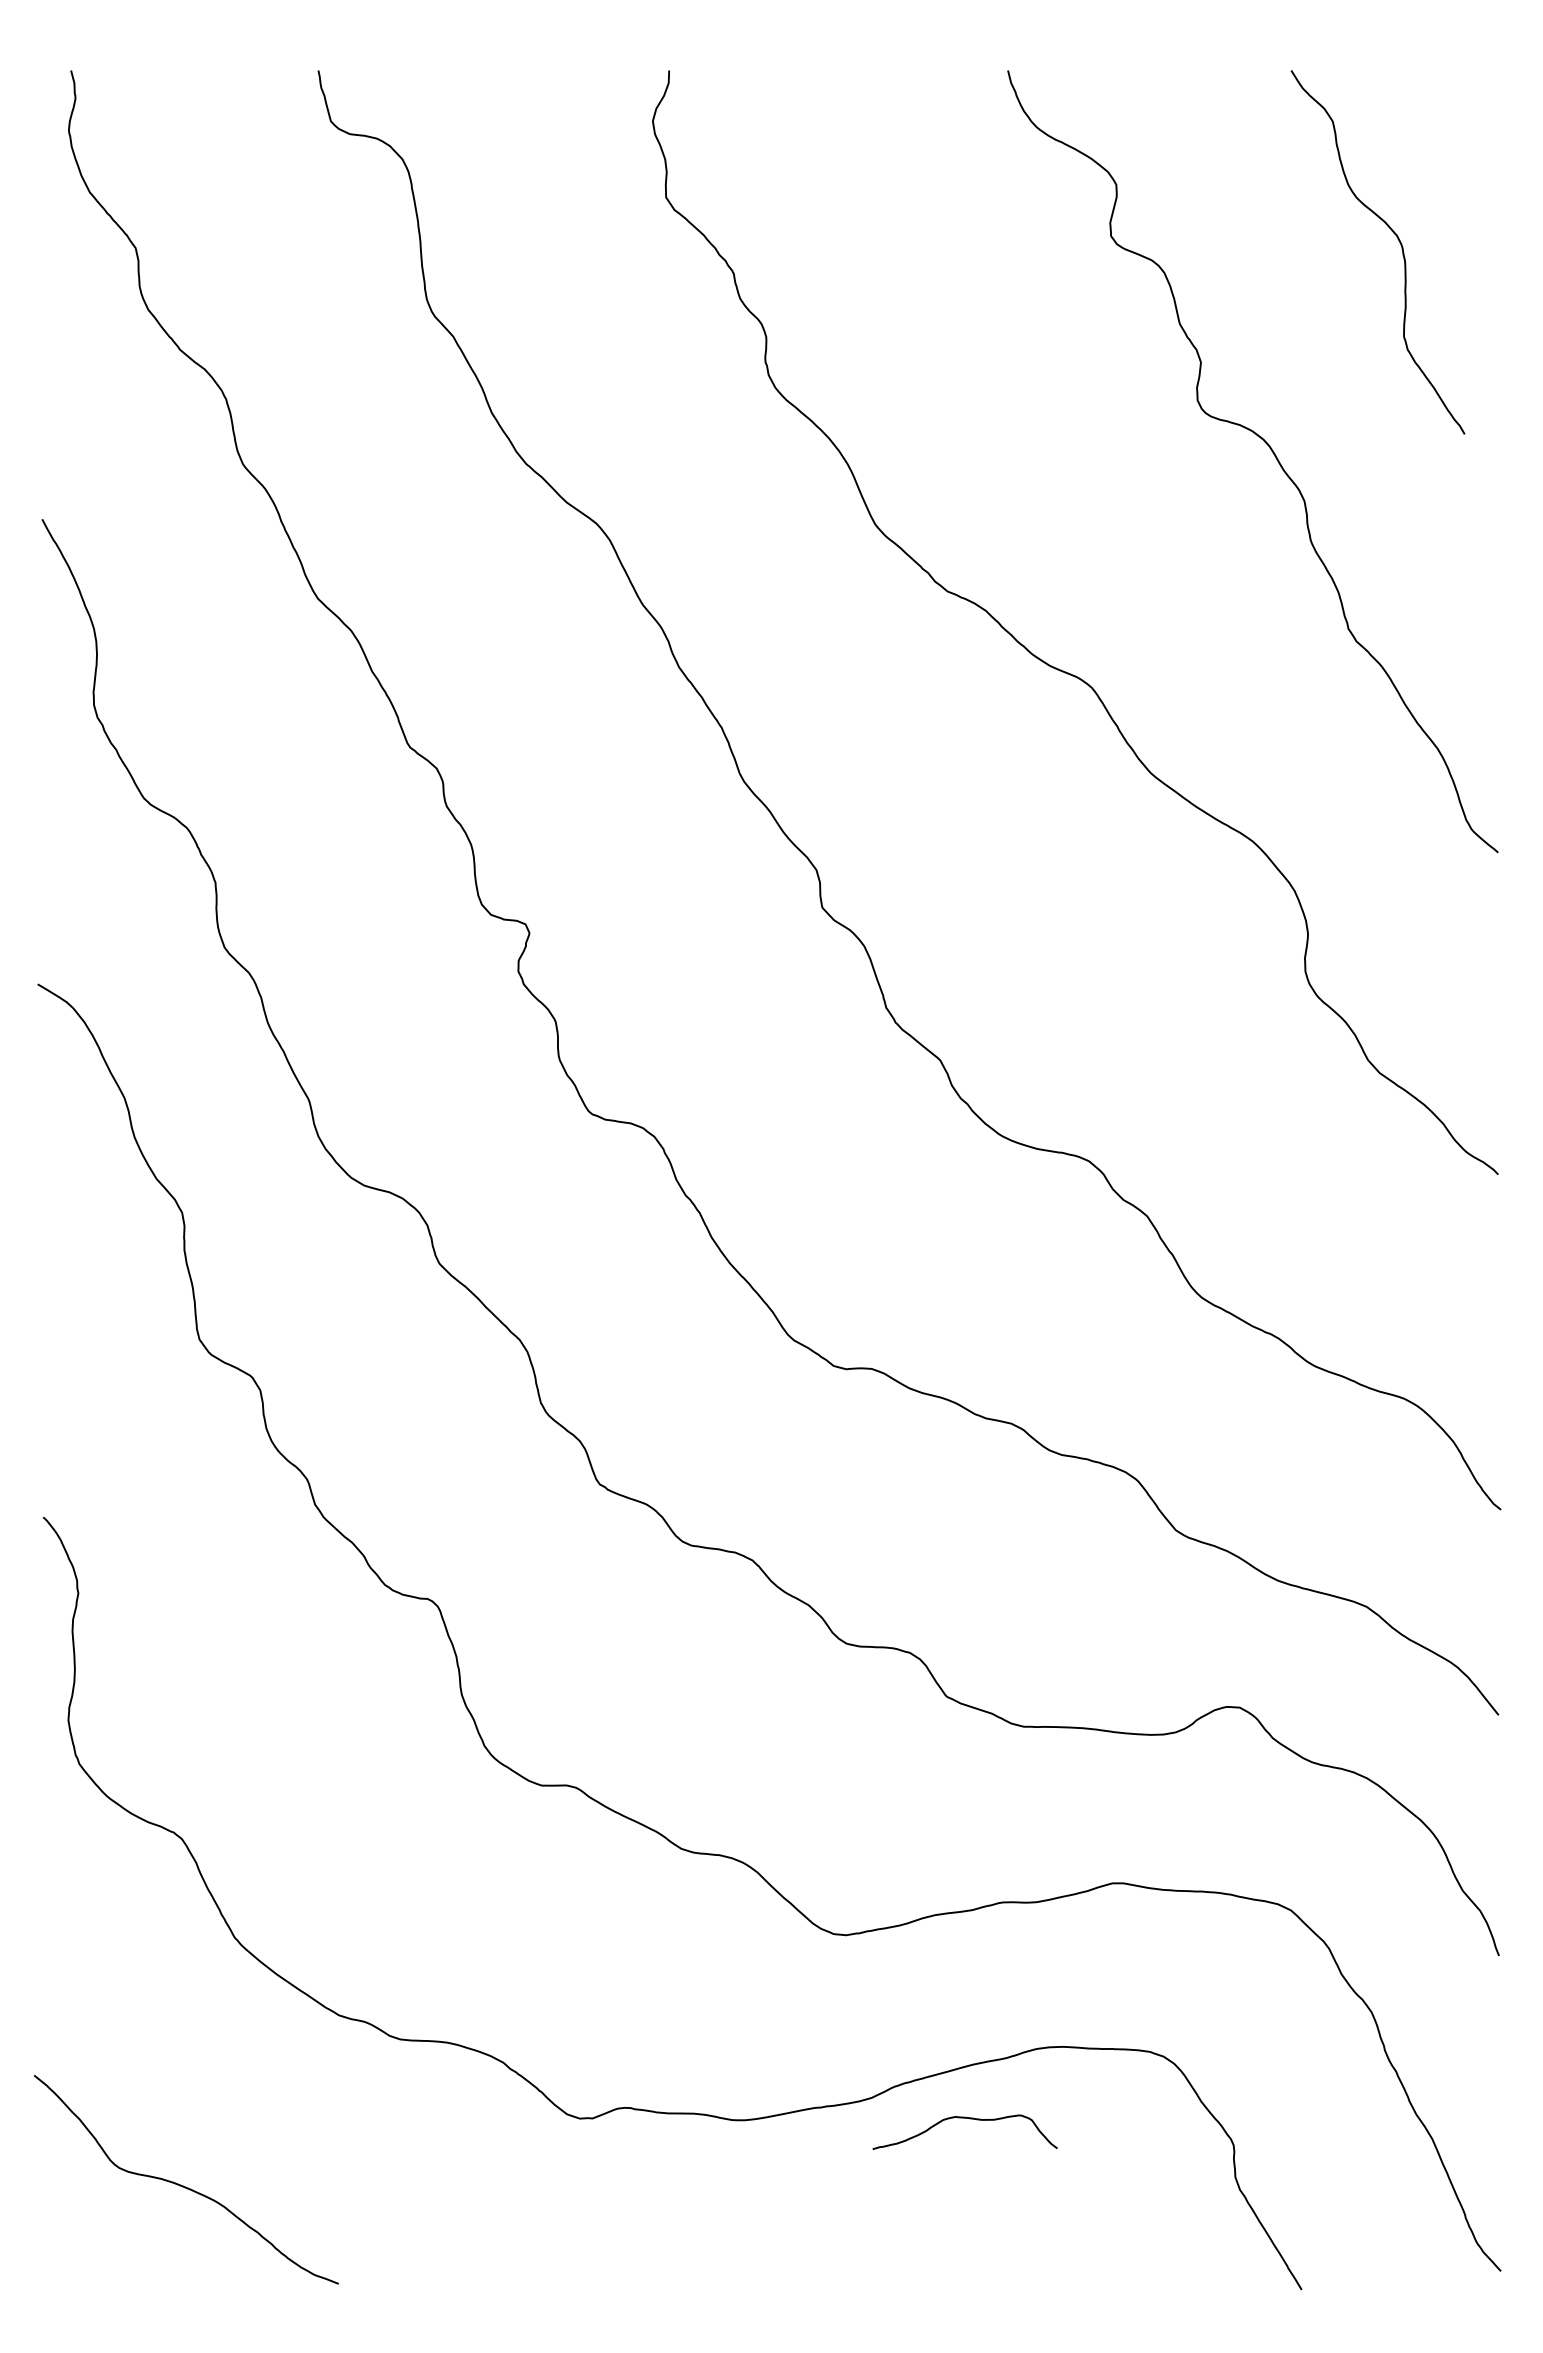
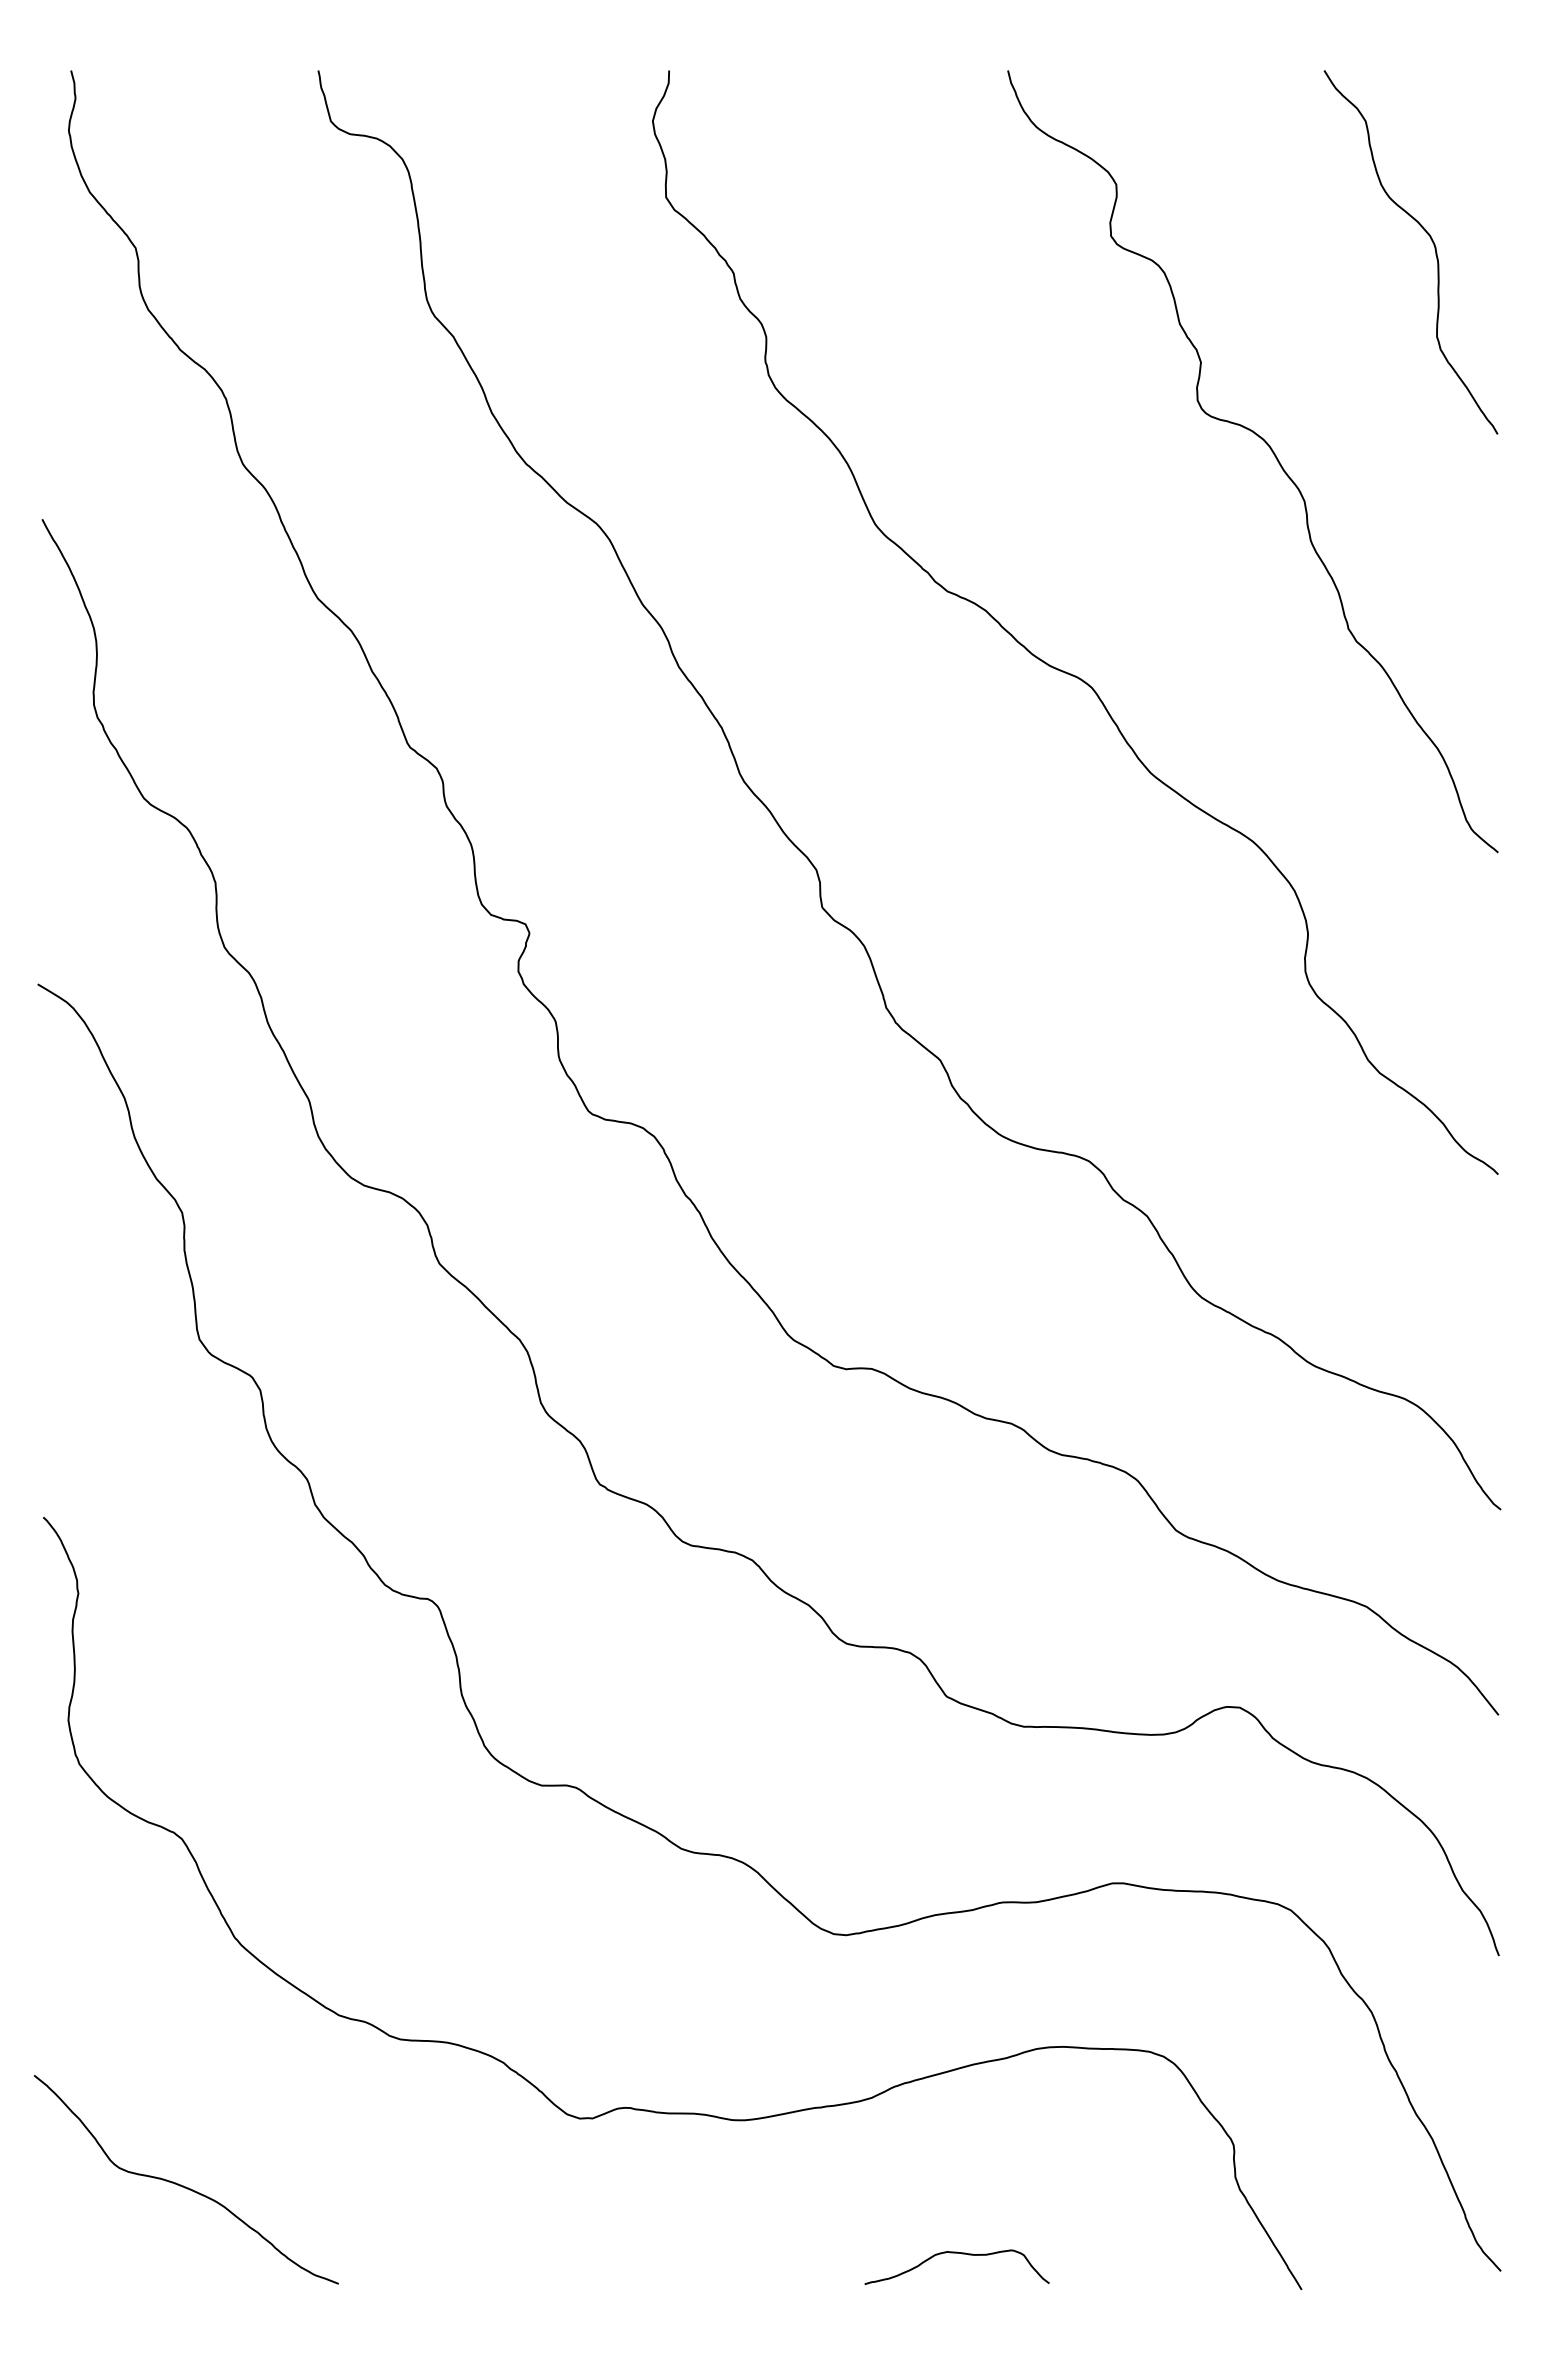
curve at (1398, 241) position: (1398, 241) -> (1431, 241)
curve at (964, 2118) position: (964, 2118) -> (956, 2253)
